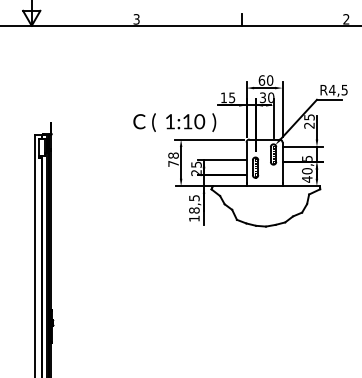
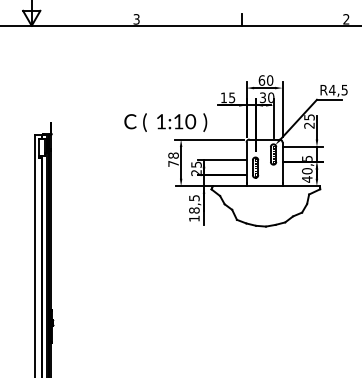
text at (174, 122) position: (174, 122) -> (165, 122)
